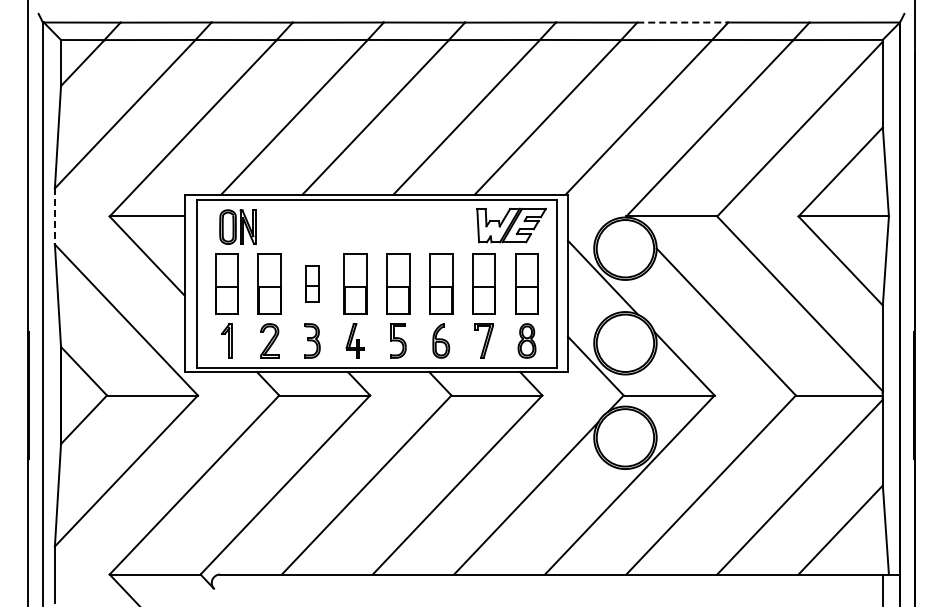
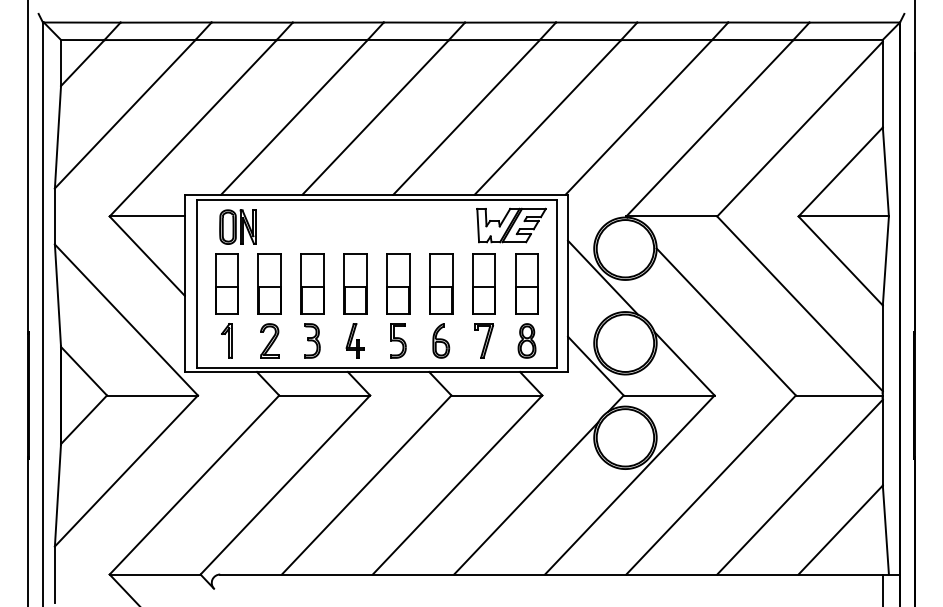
line at (682, 22): dashed -> solid
line at (54, 216): dashed -> solid
part at (312, 283) size: 15x38 px -> 25x62 px
